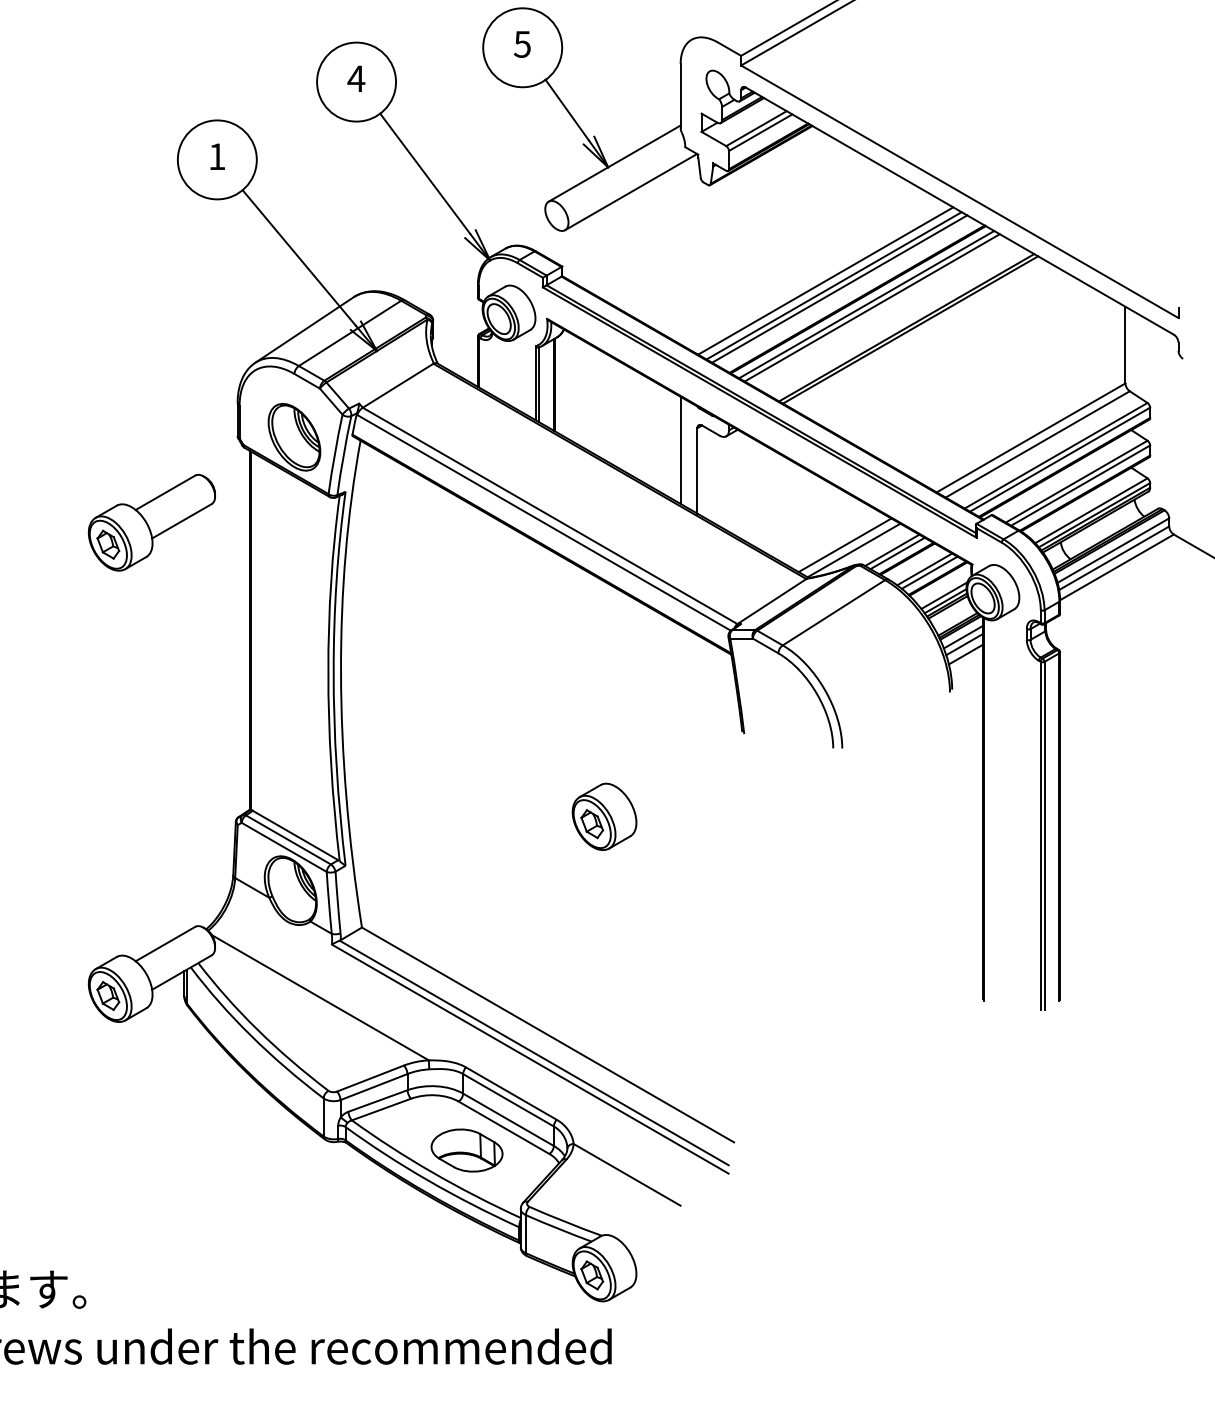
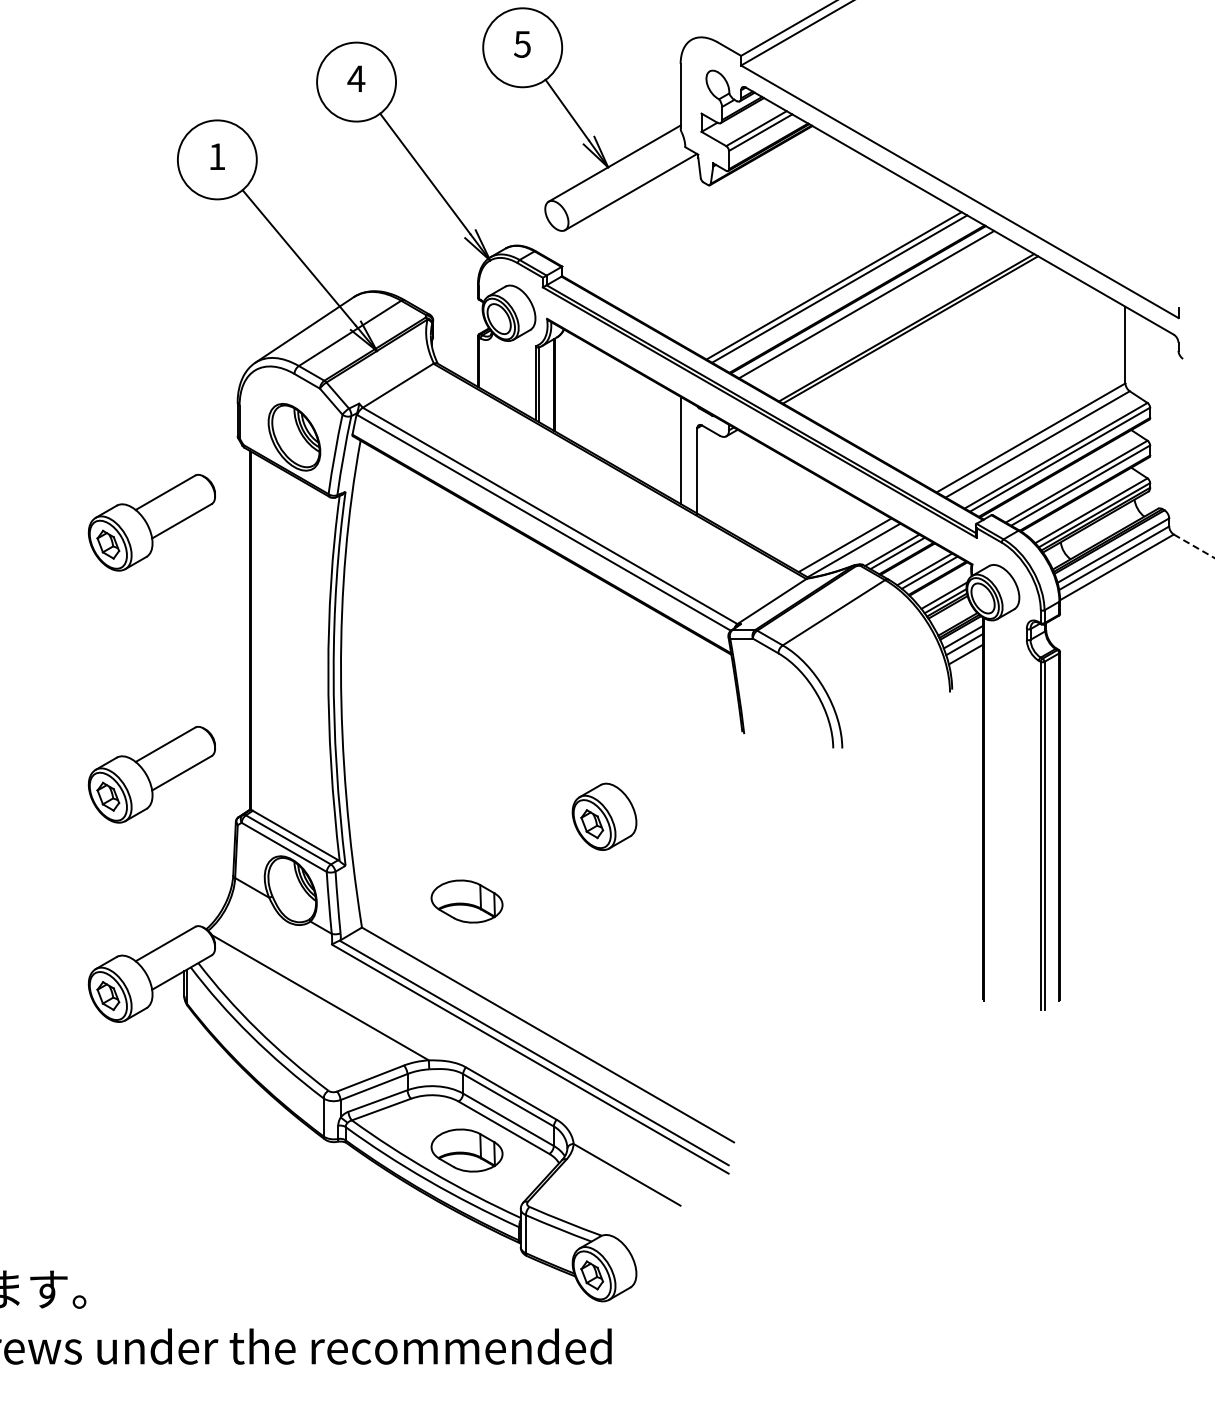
line at (825, 280): present -> none
line at (871, 307): present -> none
line at (1194, 546): solid -> dashed
part at (151, 774): none -> present
part at (466, 901): none -> present
